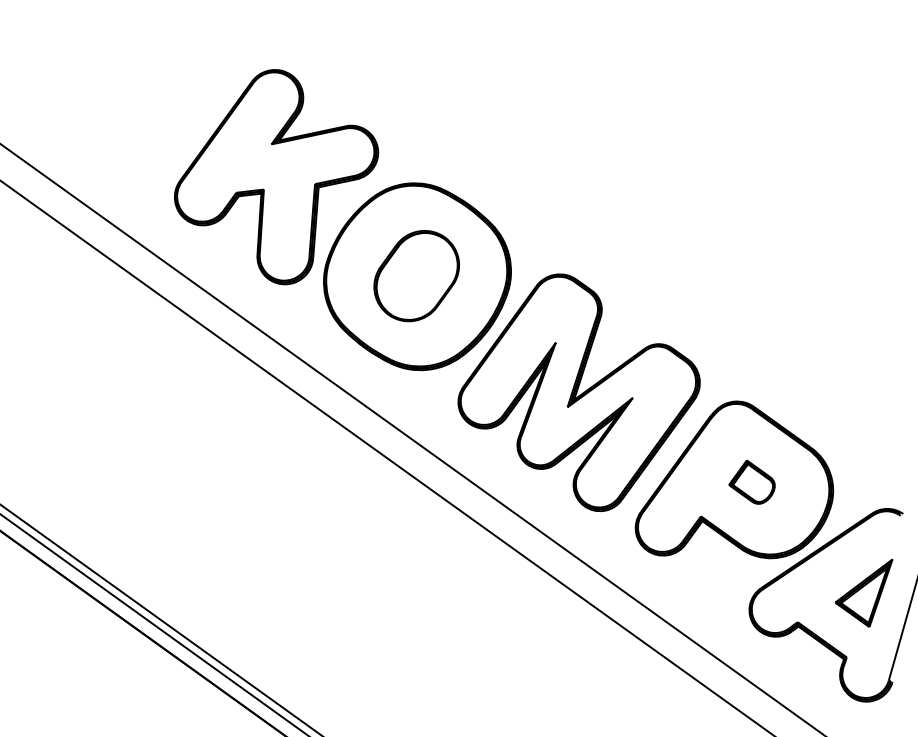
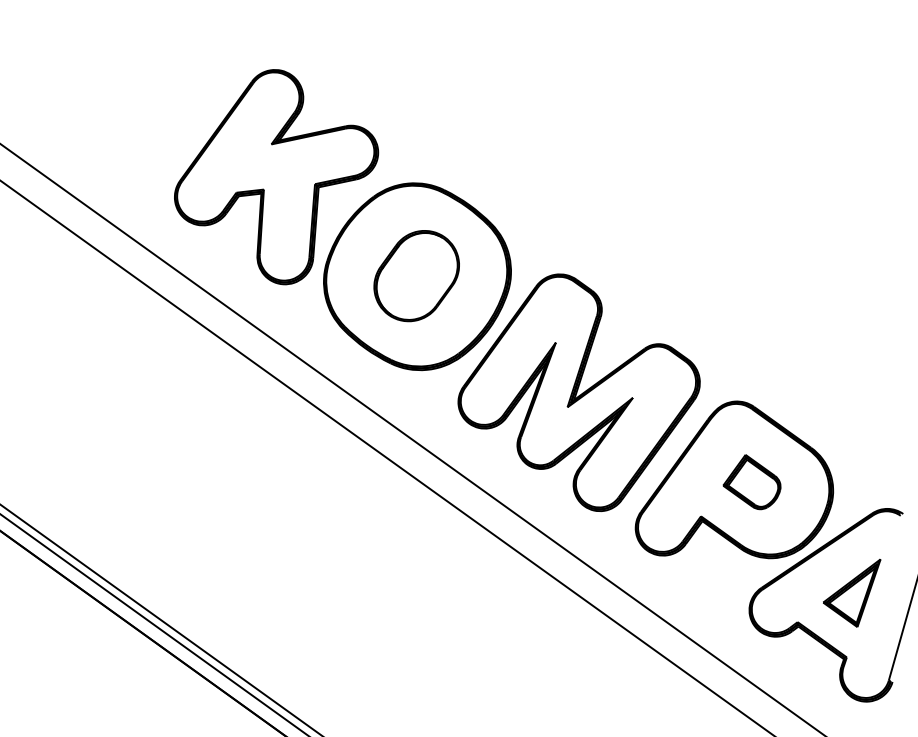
part at (751, 481) size: 48x46 px -> 60x57 px
part at (864, 592) position: (864, 592) -> (852, 592)
